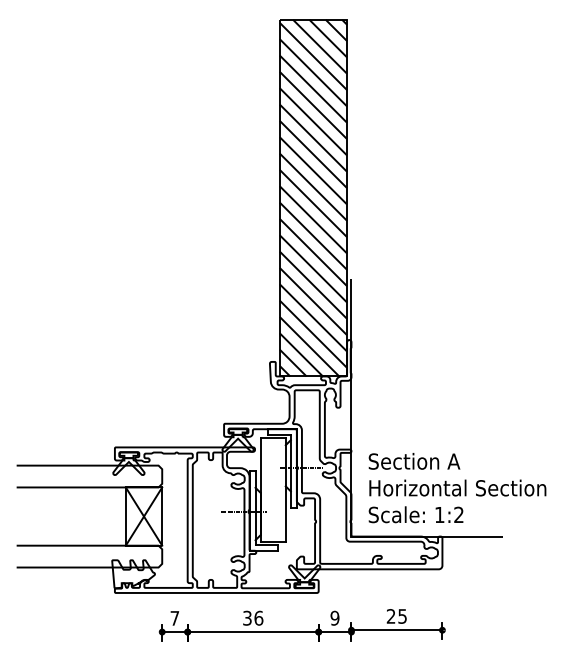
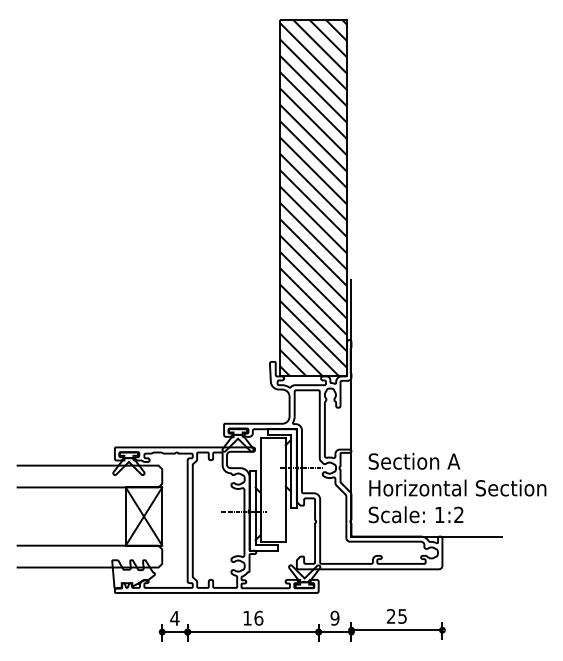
text at (247, 617): 36 -> 16
text at (174, 618): 7 -> 4
